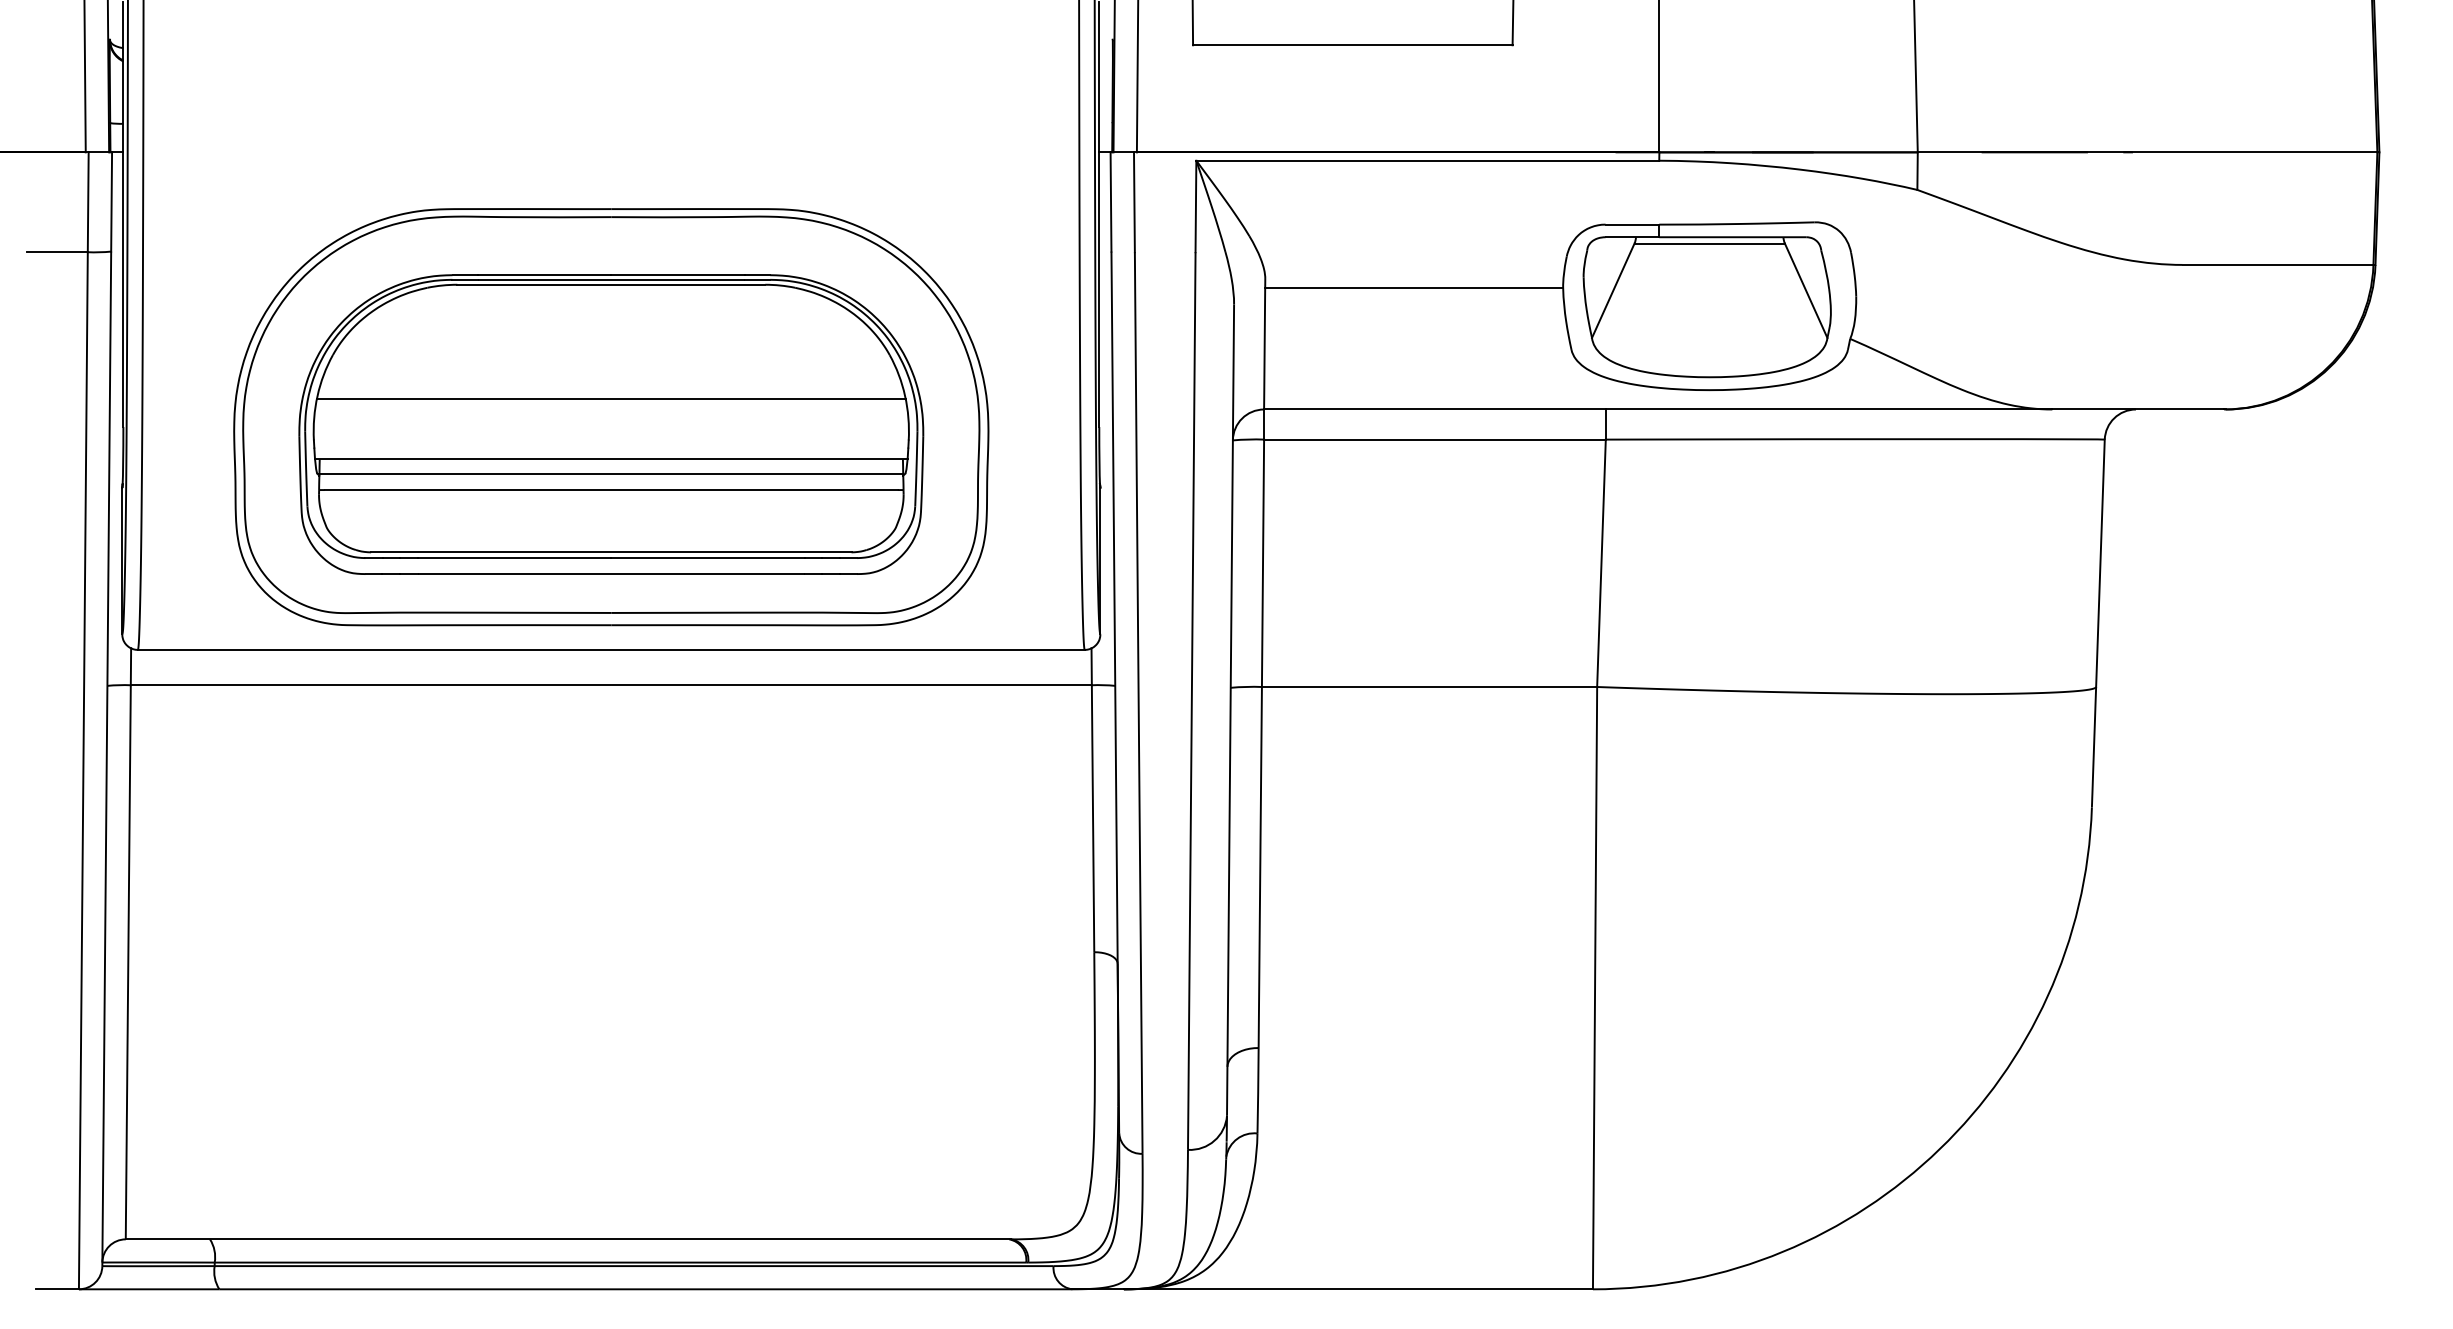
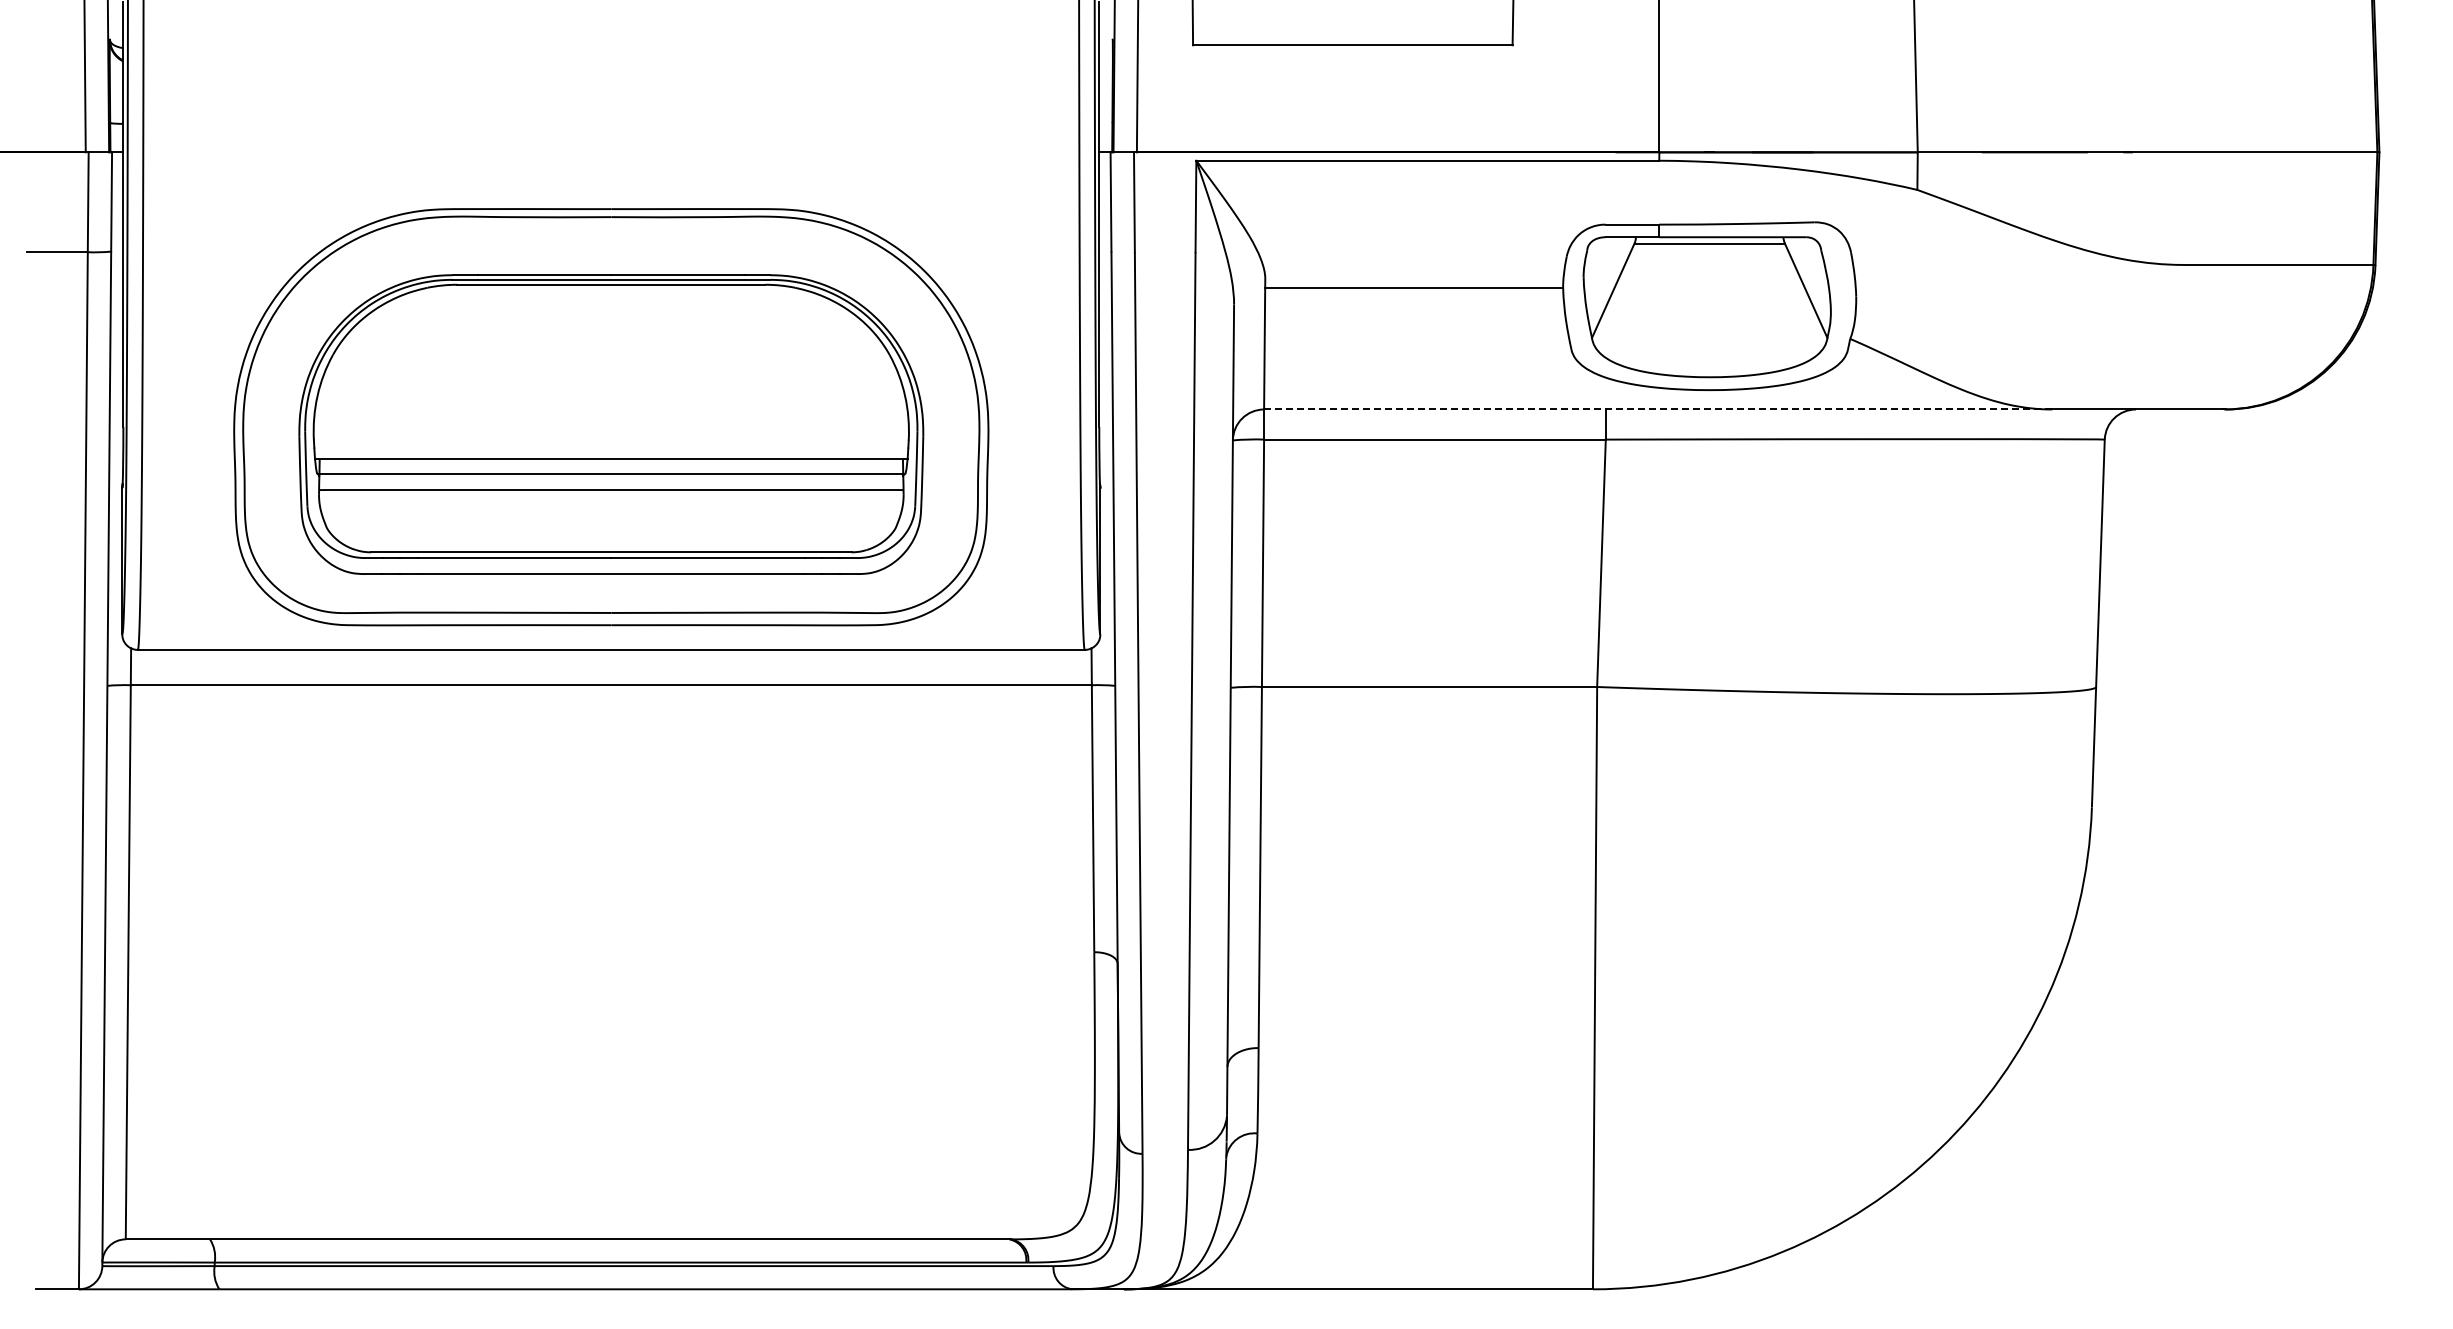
line at (610, 399): present -> none
line at (1658, 409): solid -> dashed
